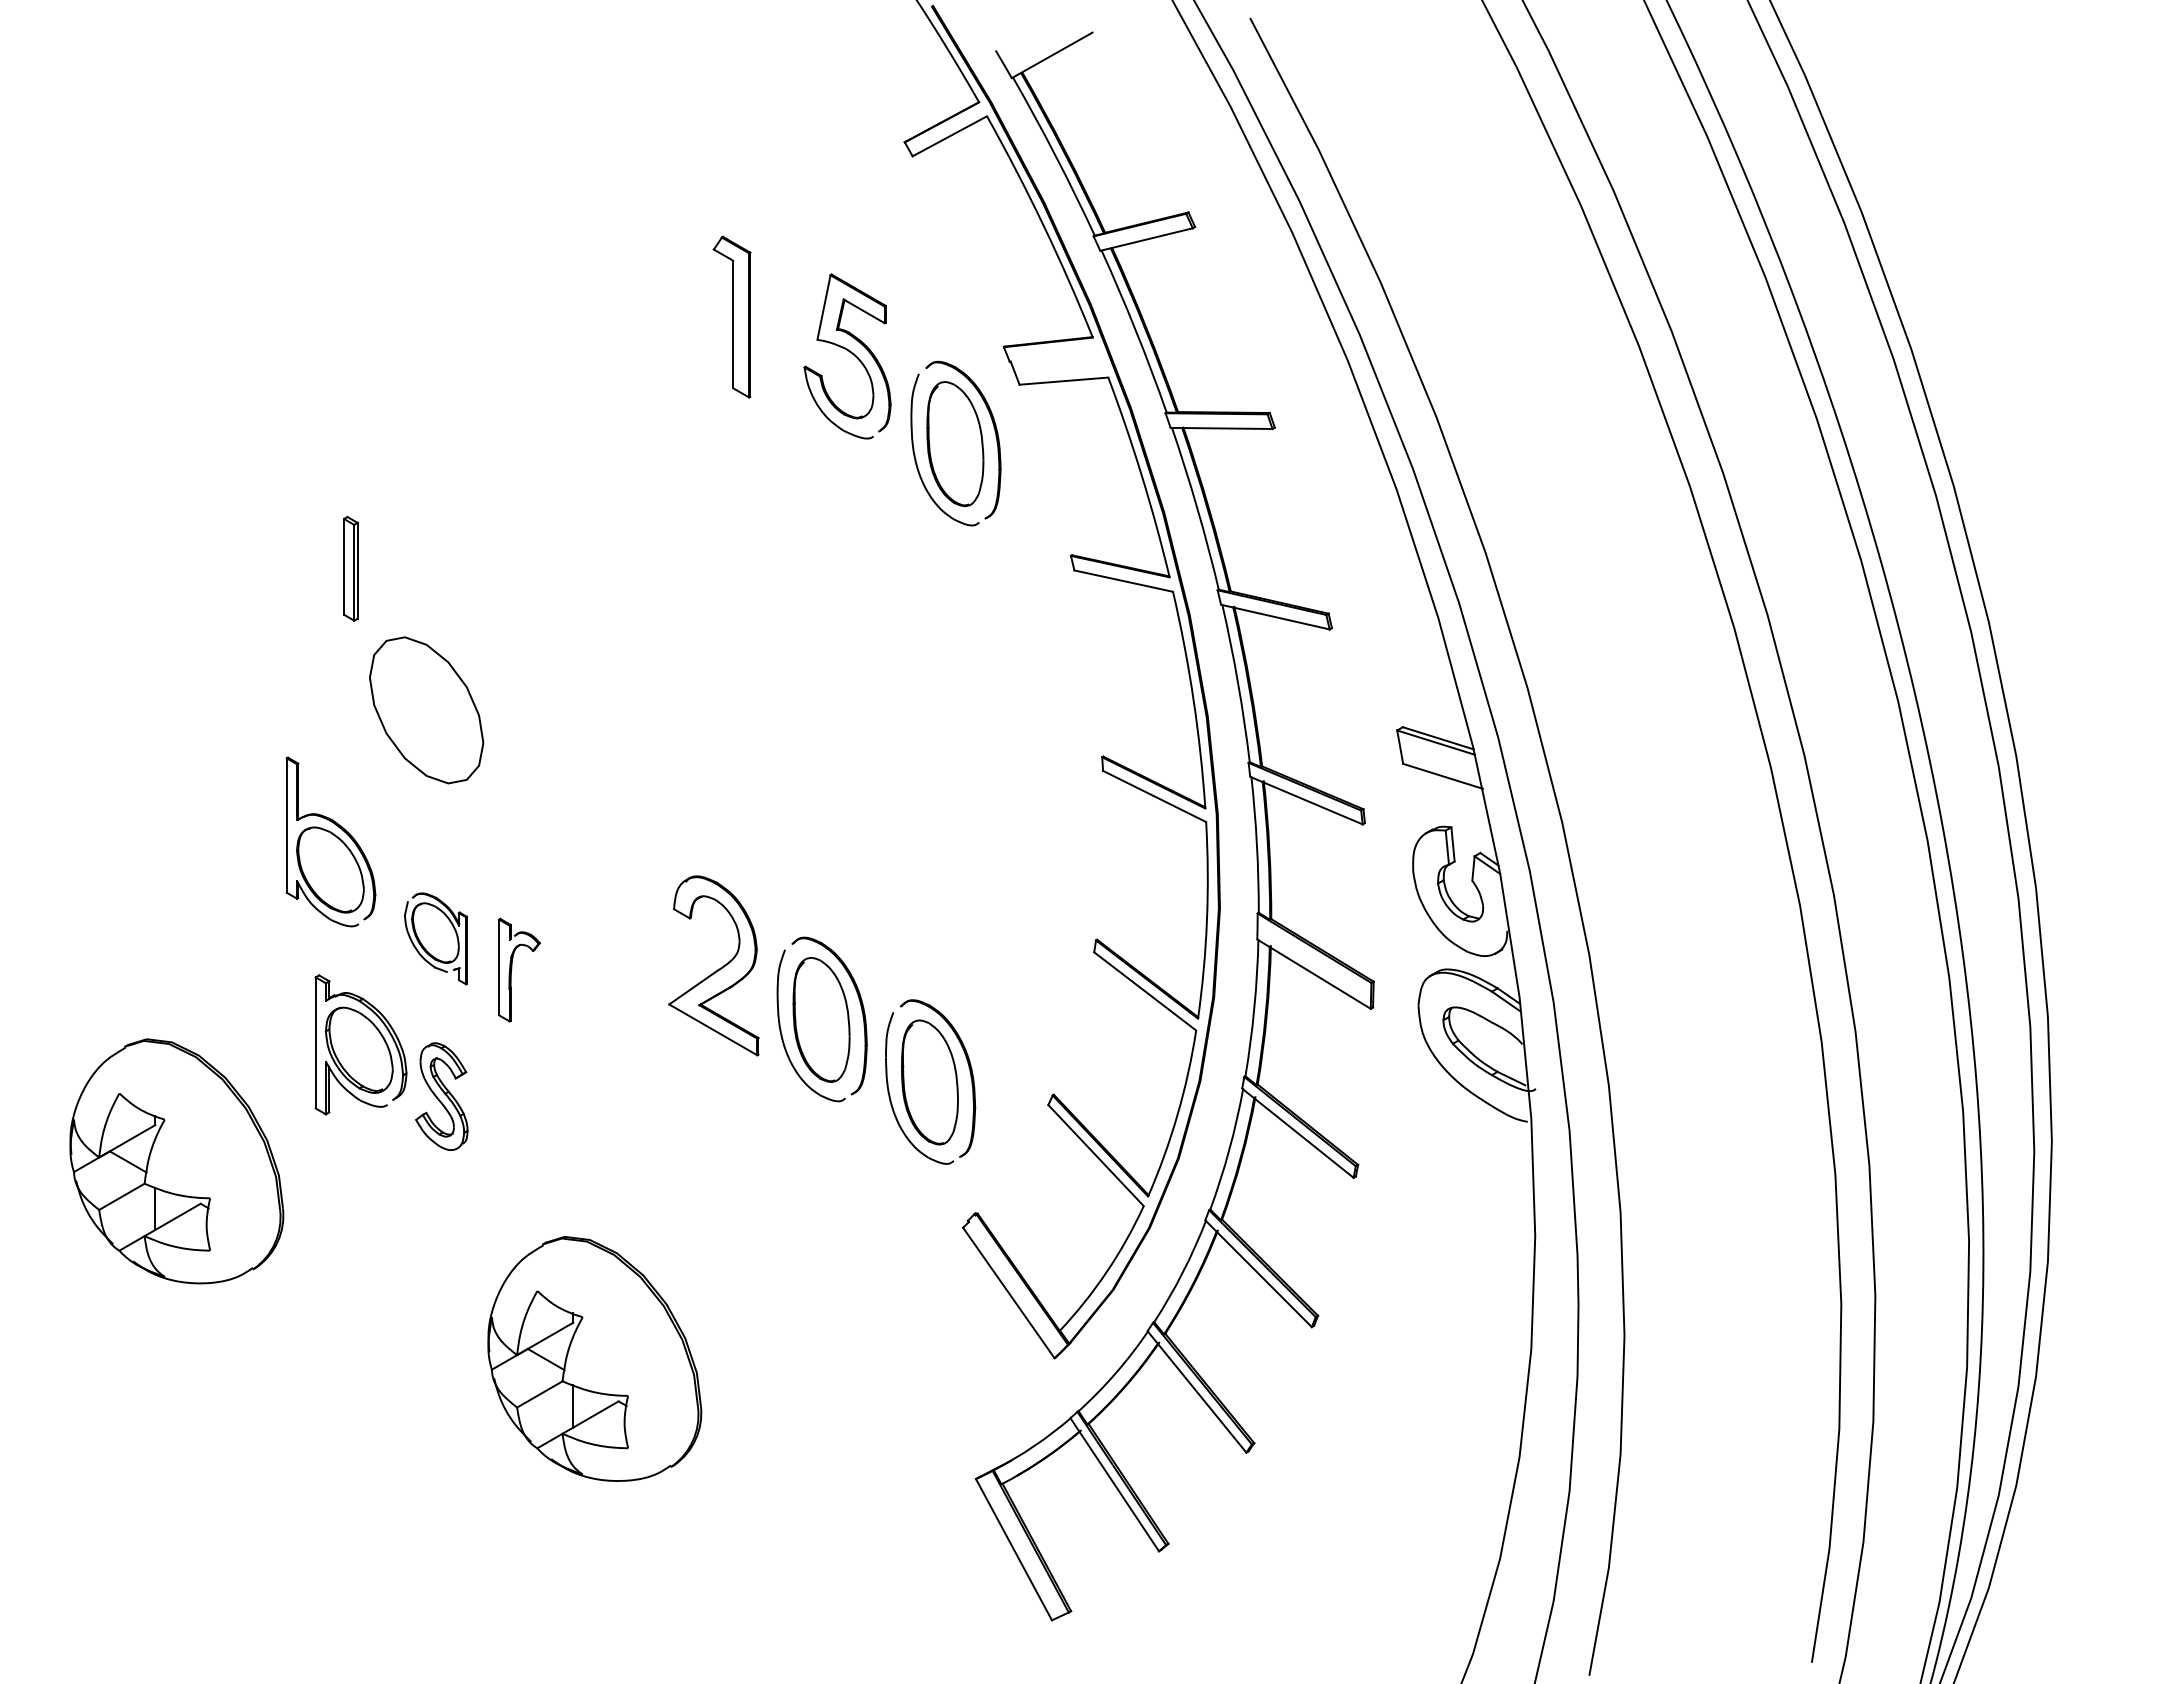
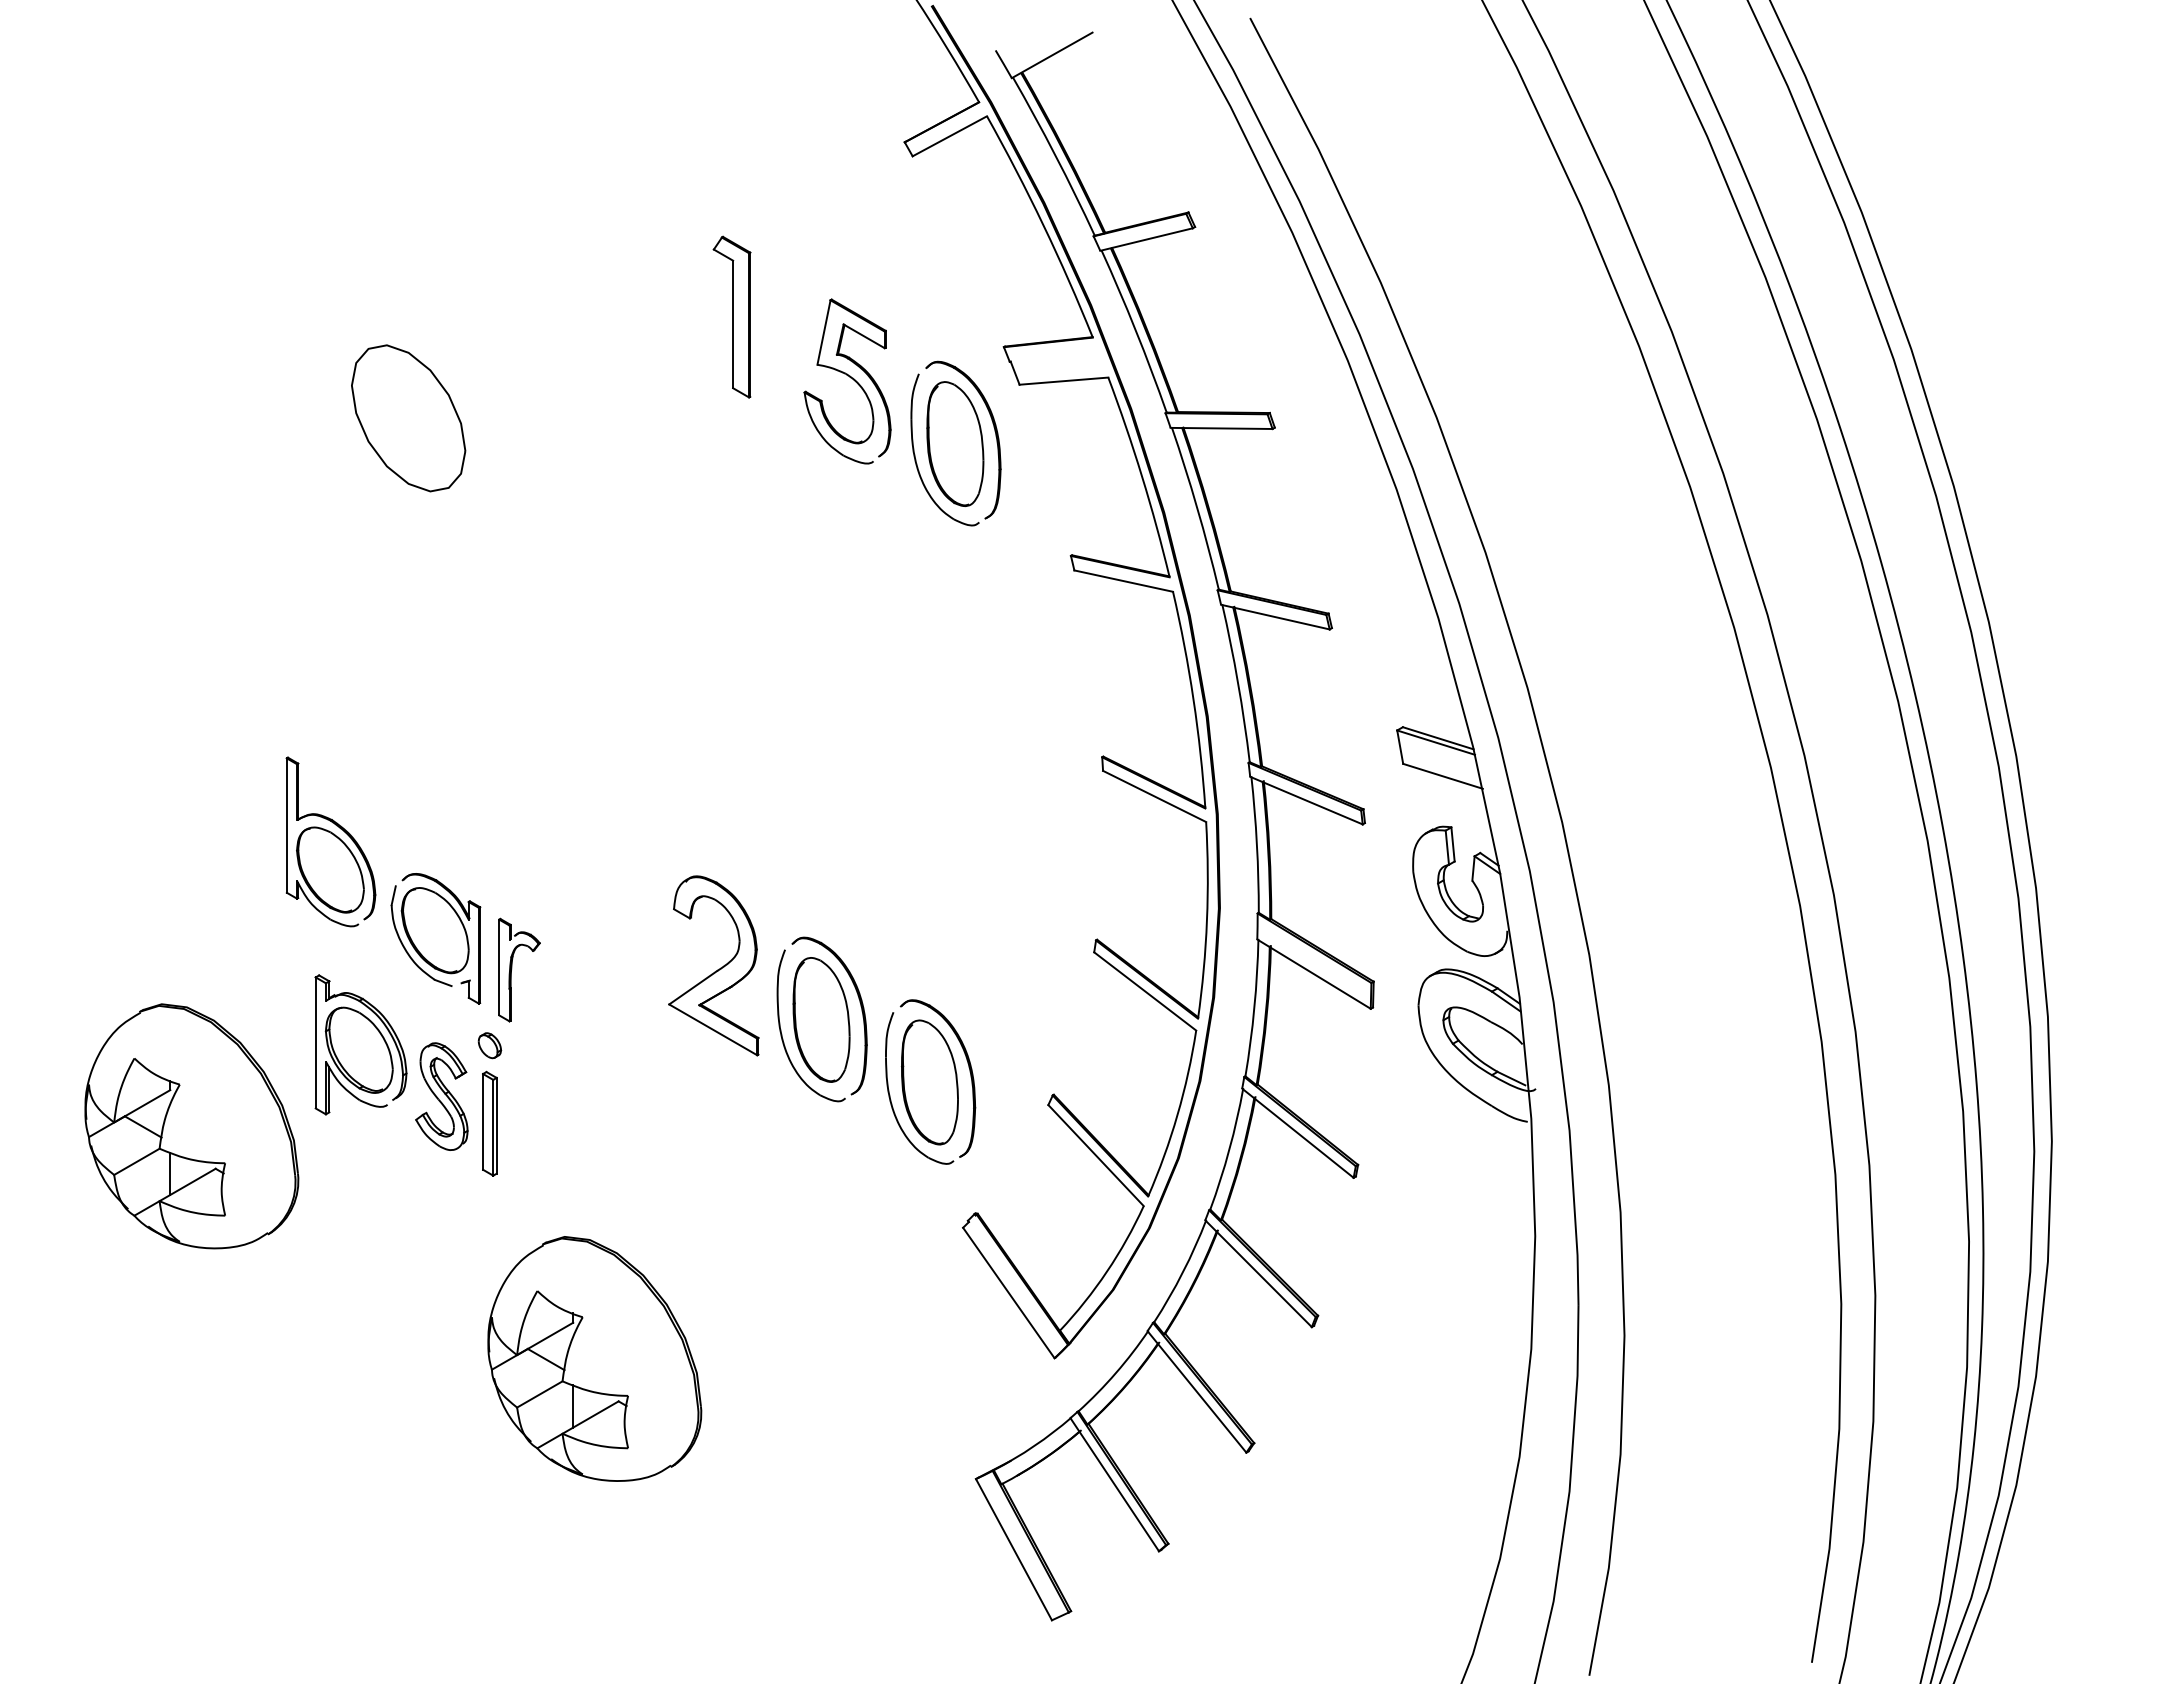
part at (847, 356) position: (847, 356) -> (847, 381)
part at (350, 568) position: (350, 568) -> (489, 1123)
part at (426, 710) position: (426, 710) -> (408, 418)
part at (435, 938) size: 64x94 px -> 92x132 px
part at (489, 1045): none -> present
part at (176, 1161) position: (176, 1161) -> (191, 1126)
